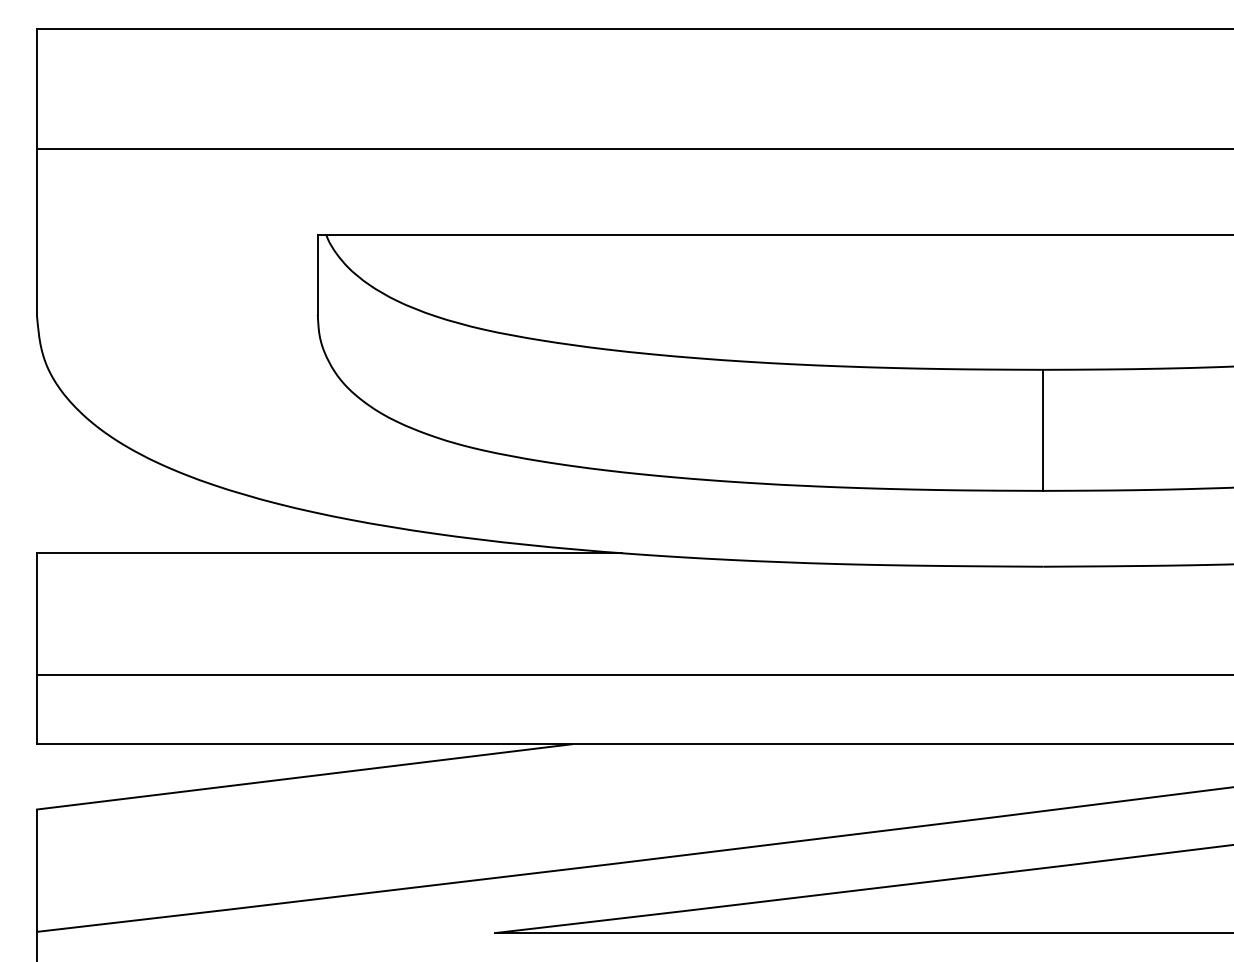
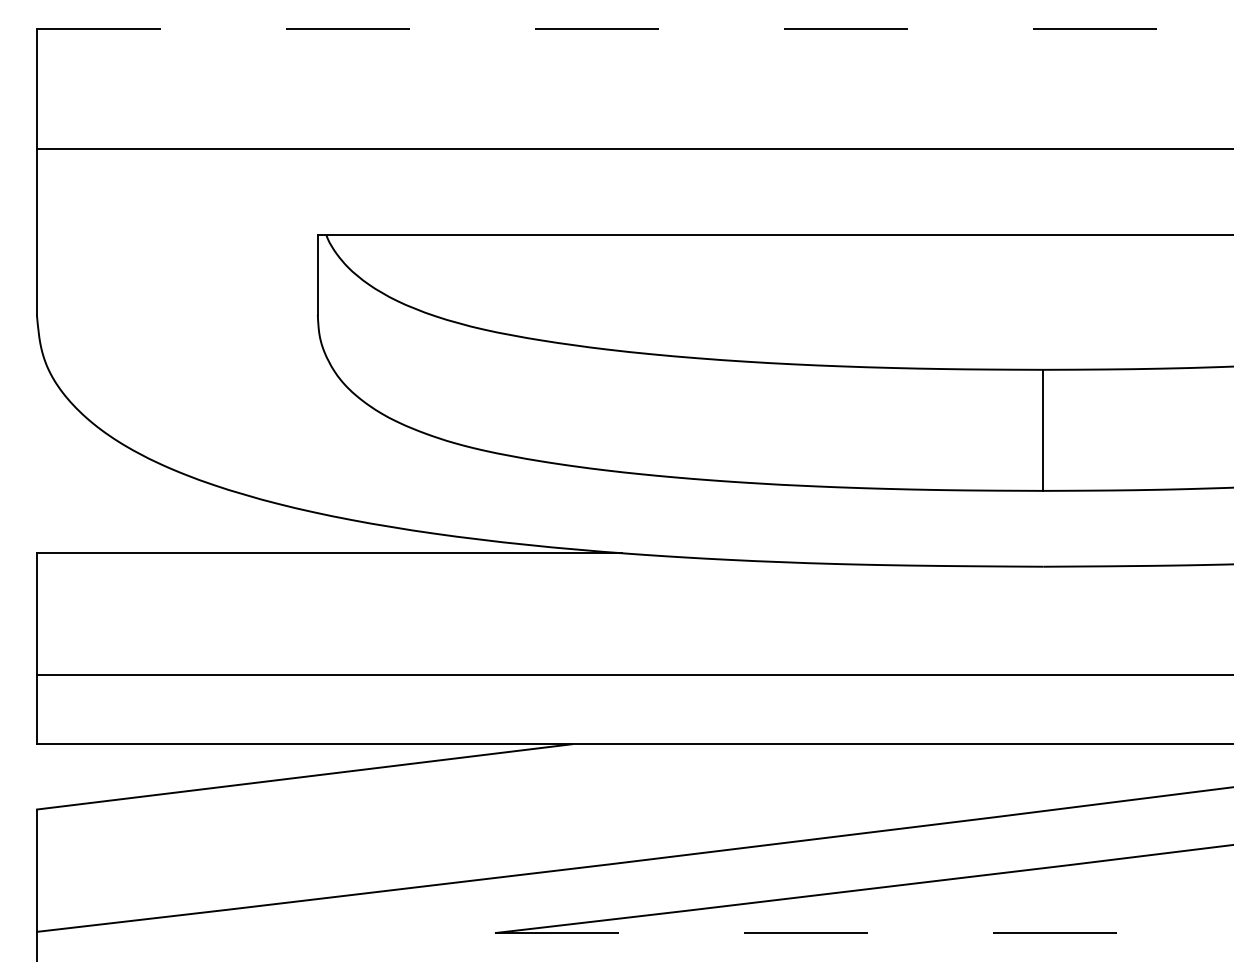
line at (635, 28): solid -> dashed
line at (864, 933): solid -> dashed
